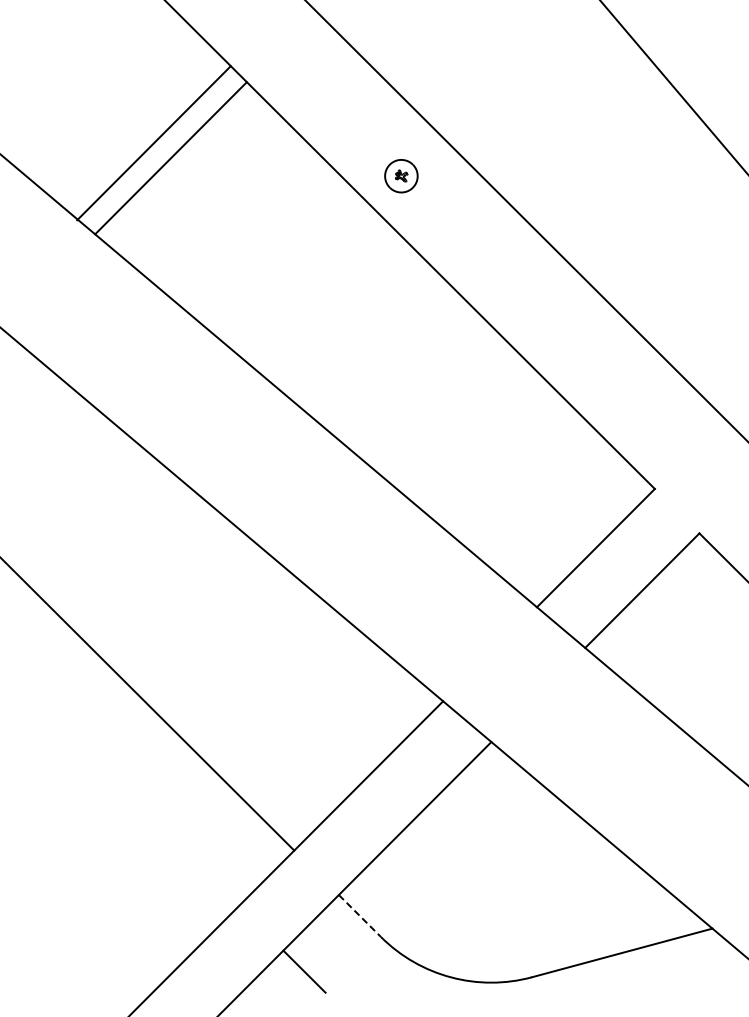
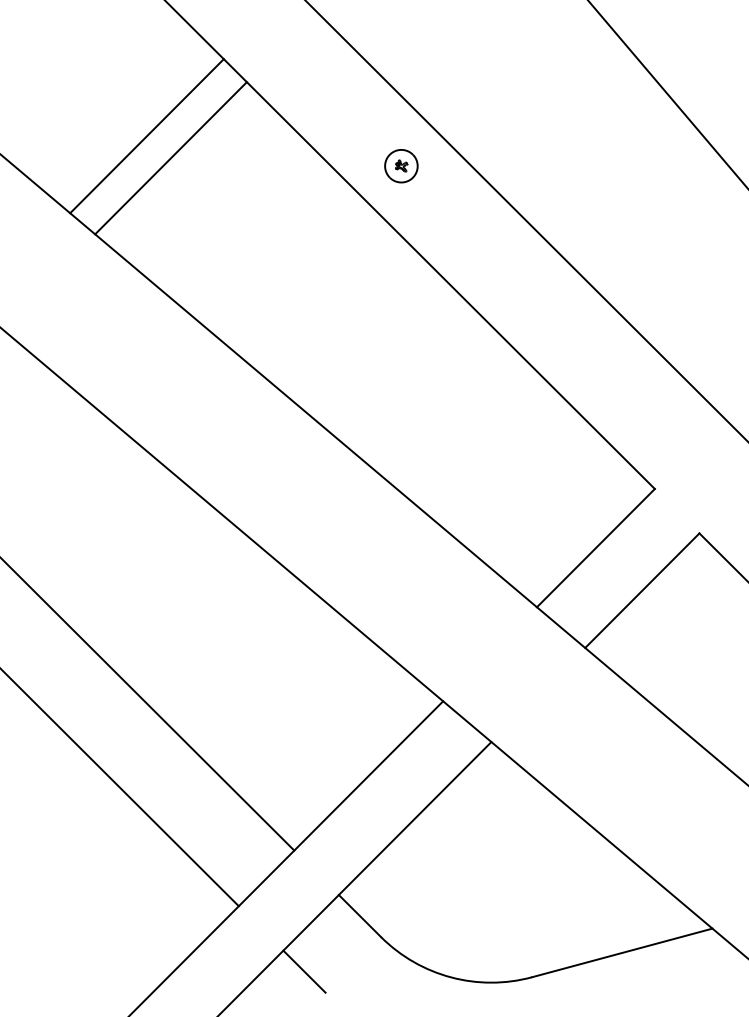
line at (673, 87) position: (673, 87) -> (667, 93)
line at (153, 143) position: (153, 143) -> (146, 136)
part at (401, 176) position: (401, 176) -> (401, 166)
line at (120, 788): none -> present
line at (359, 916): dashed -> solid
